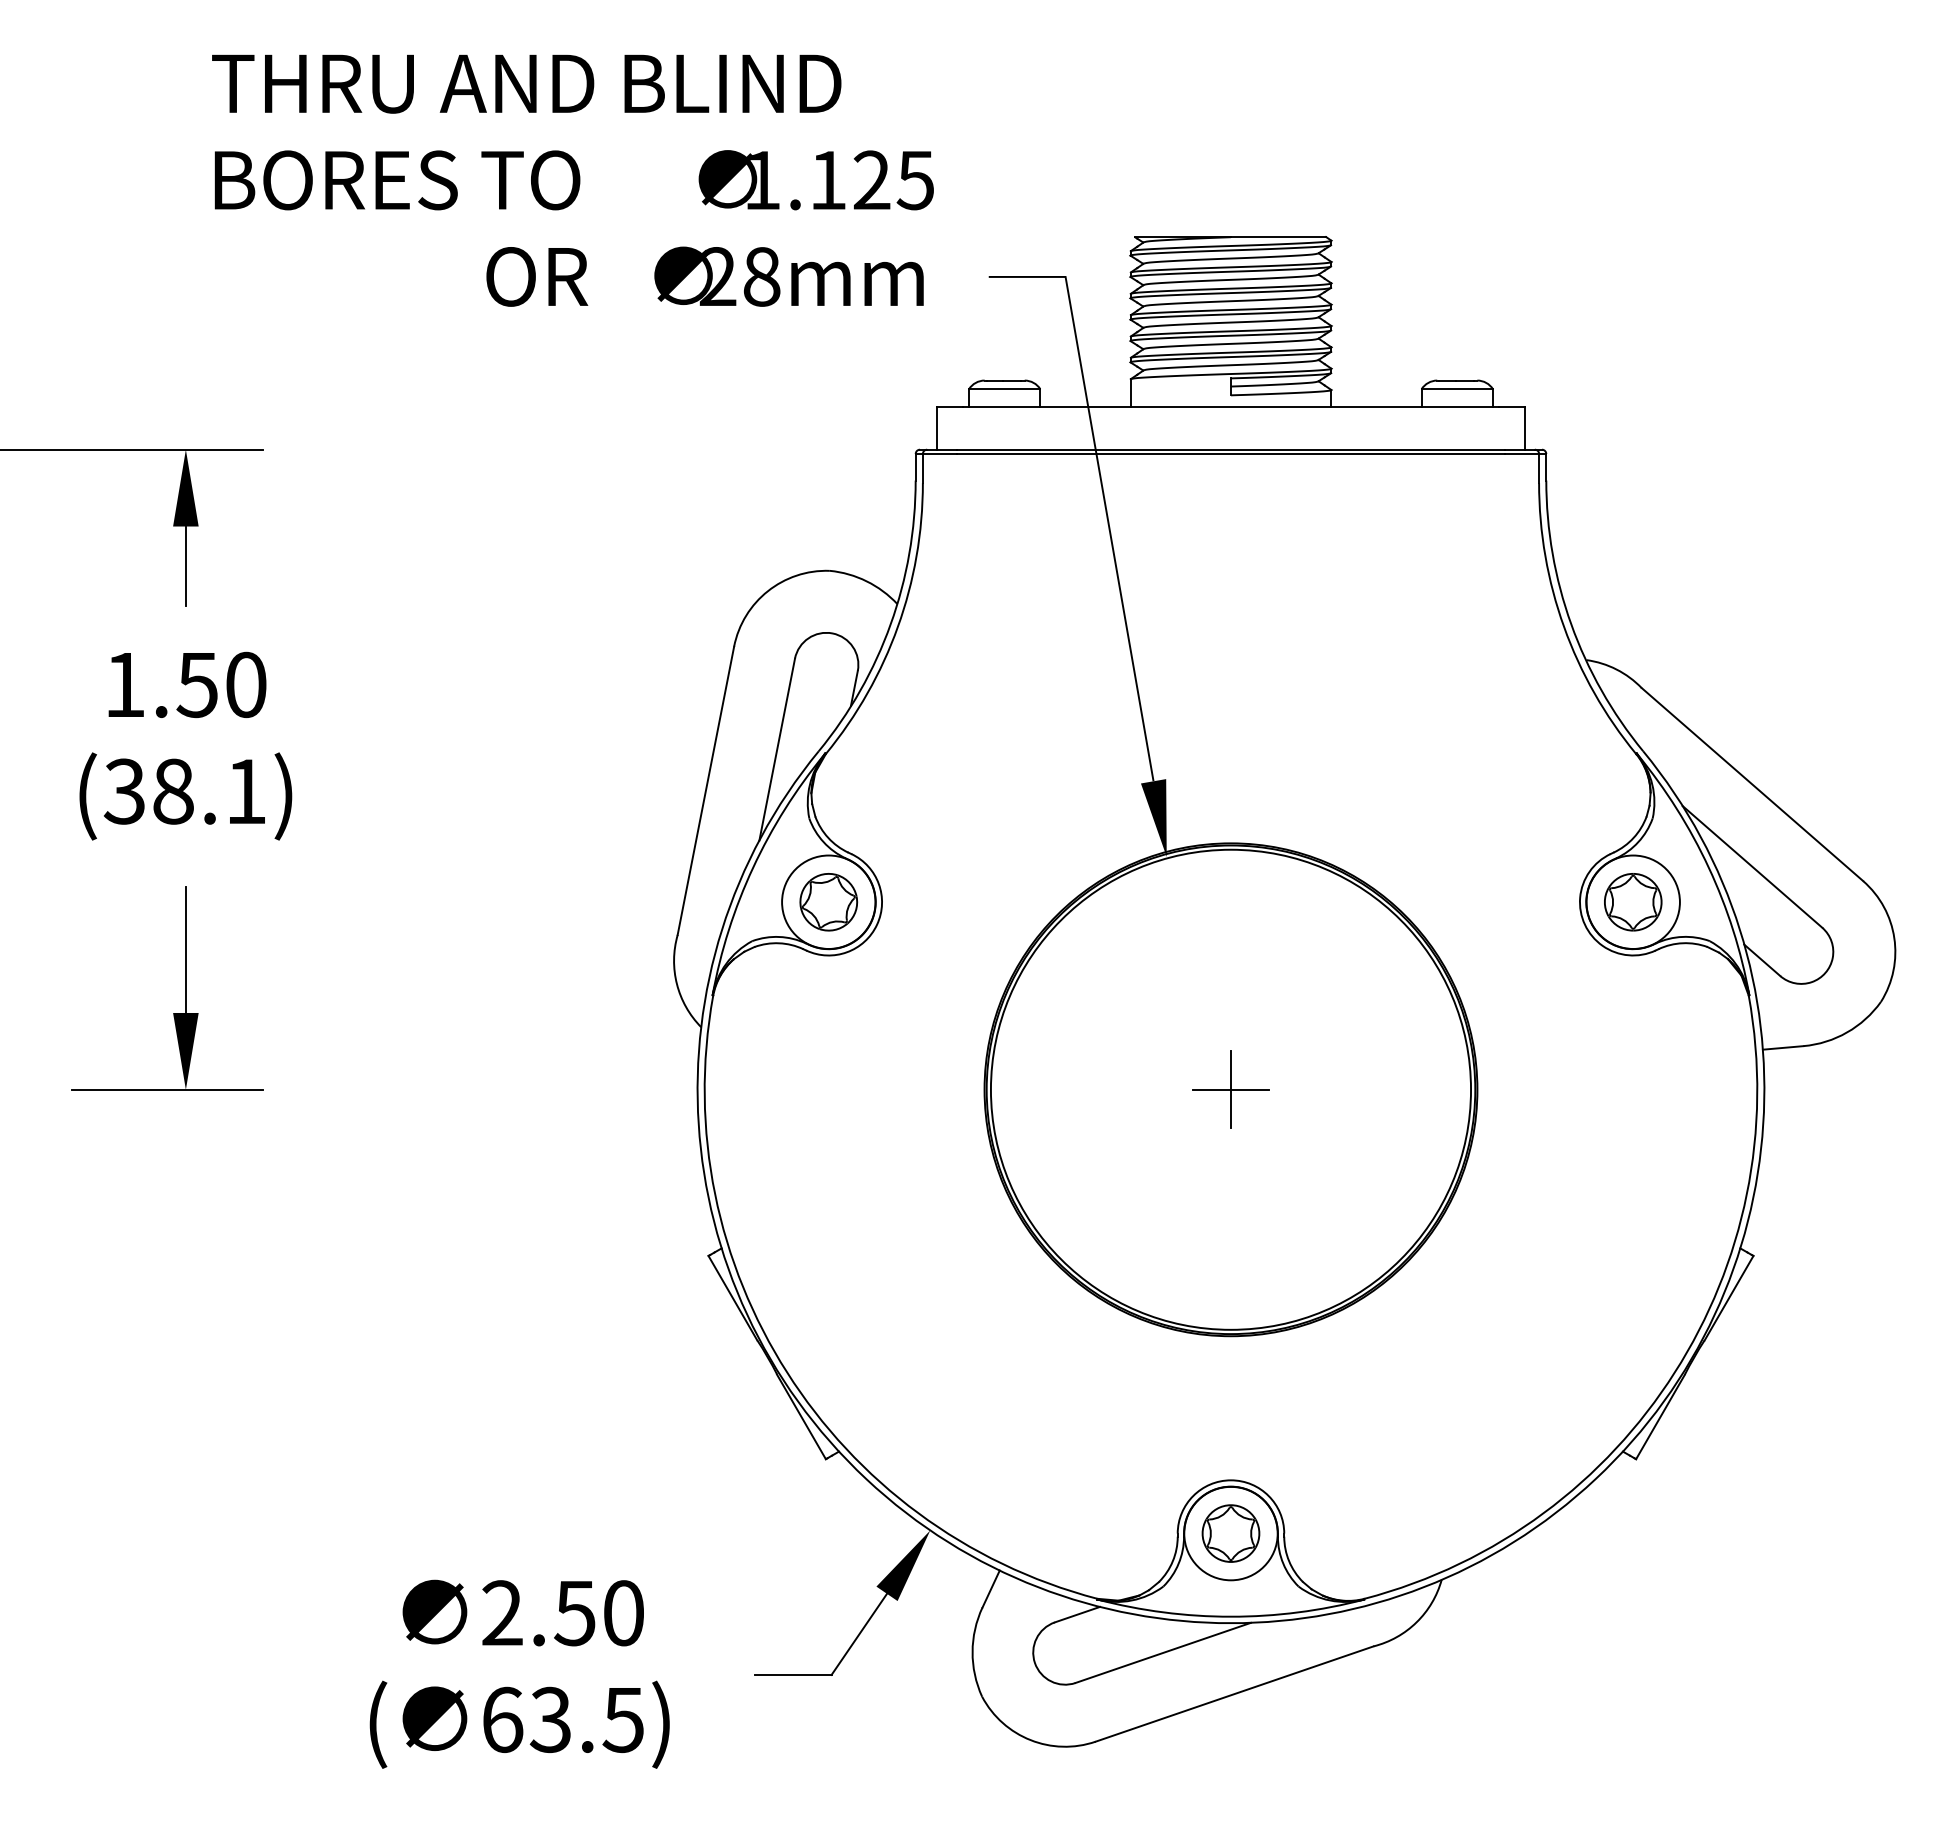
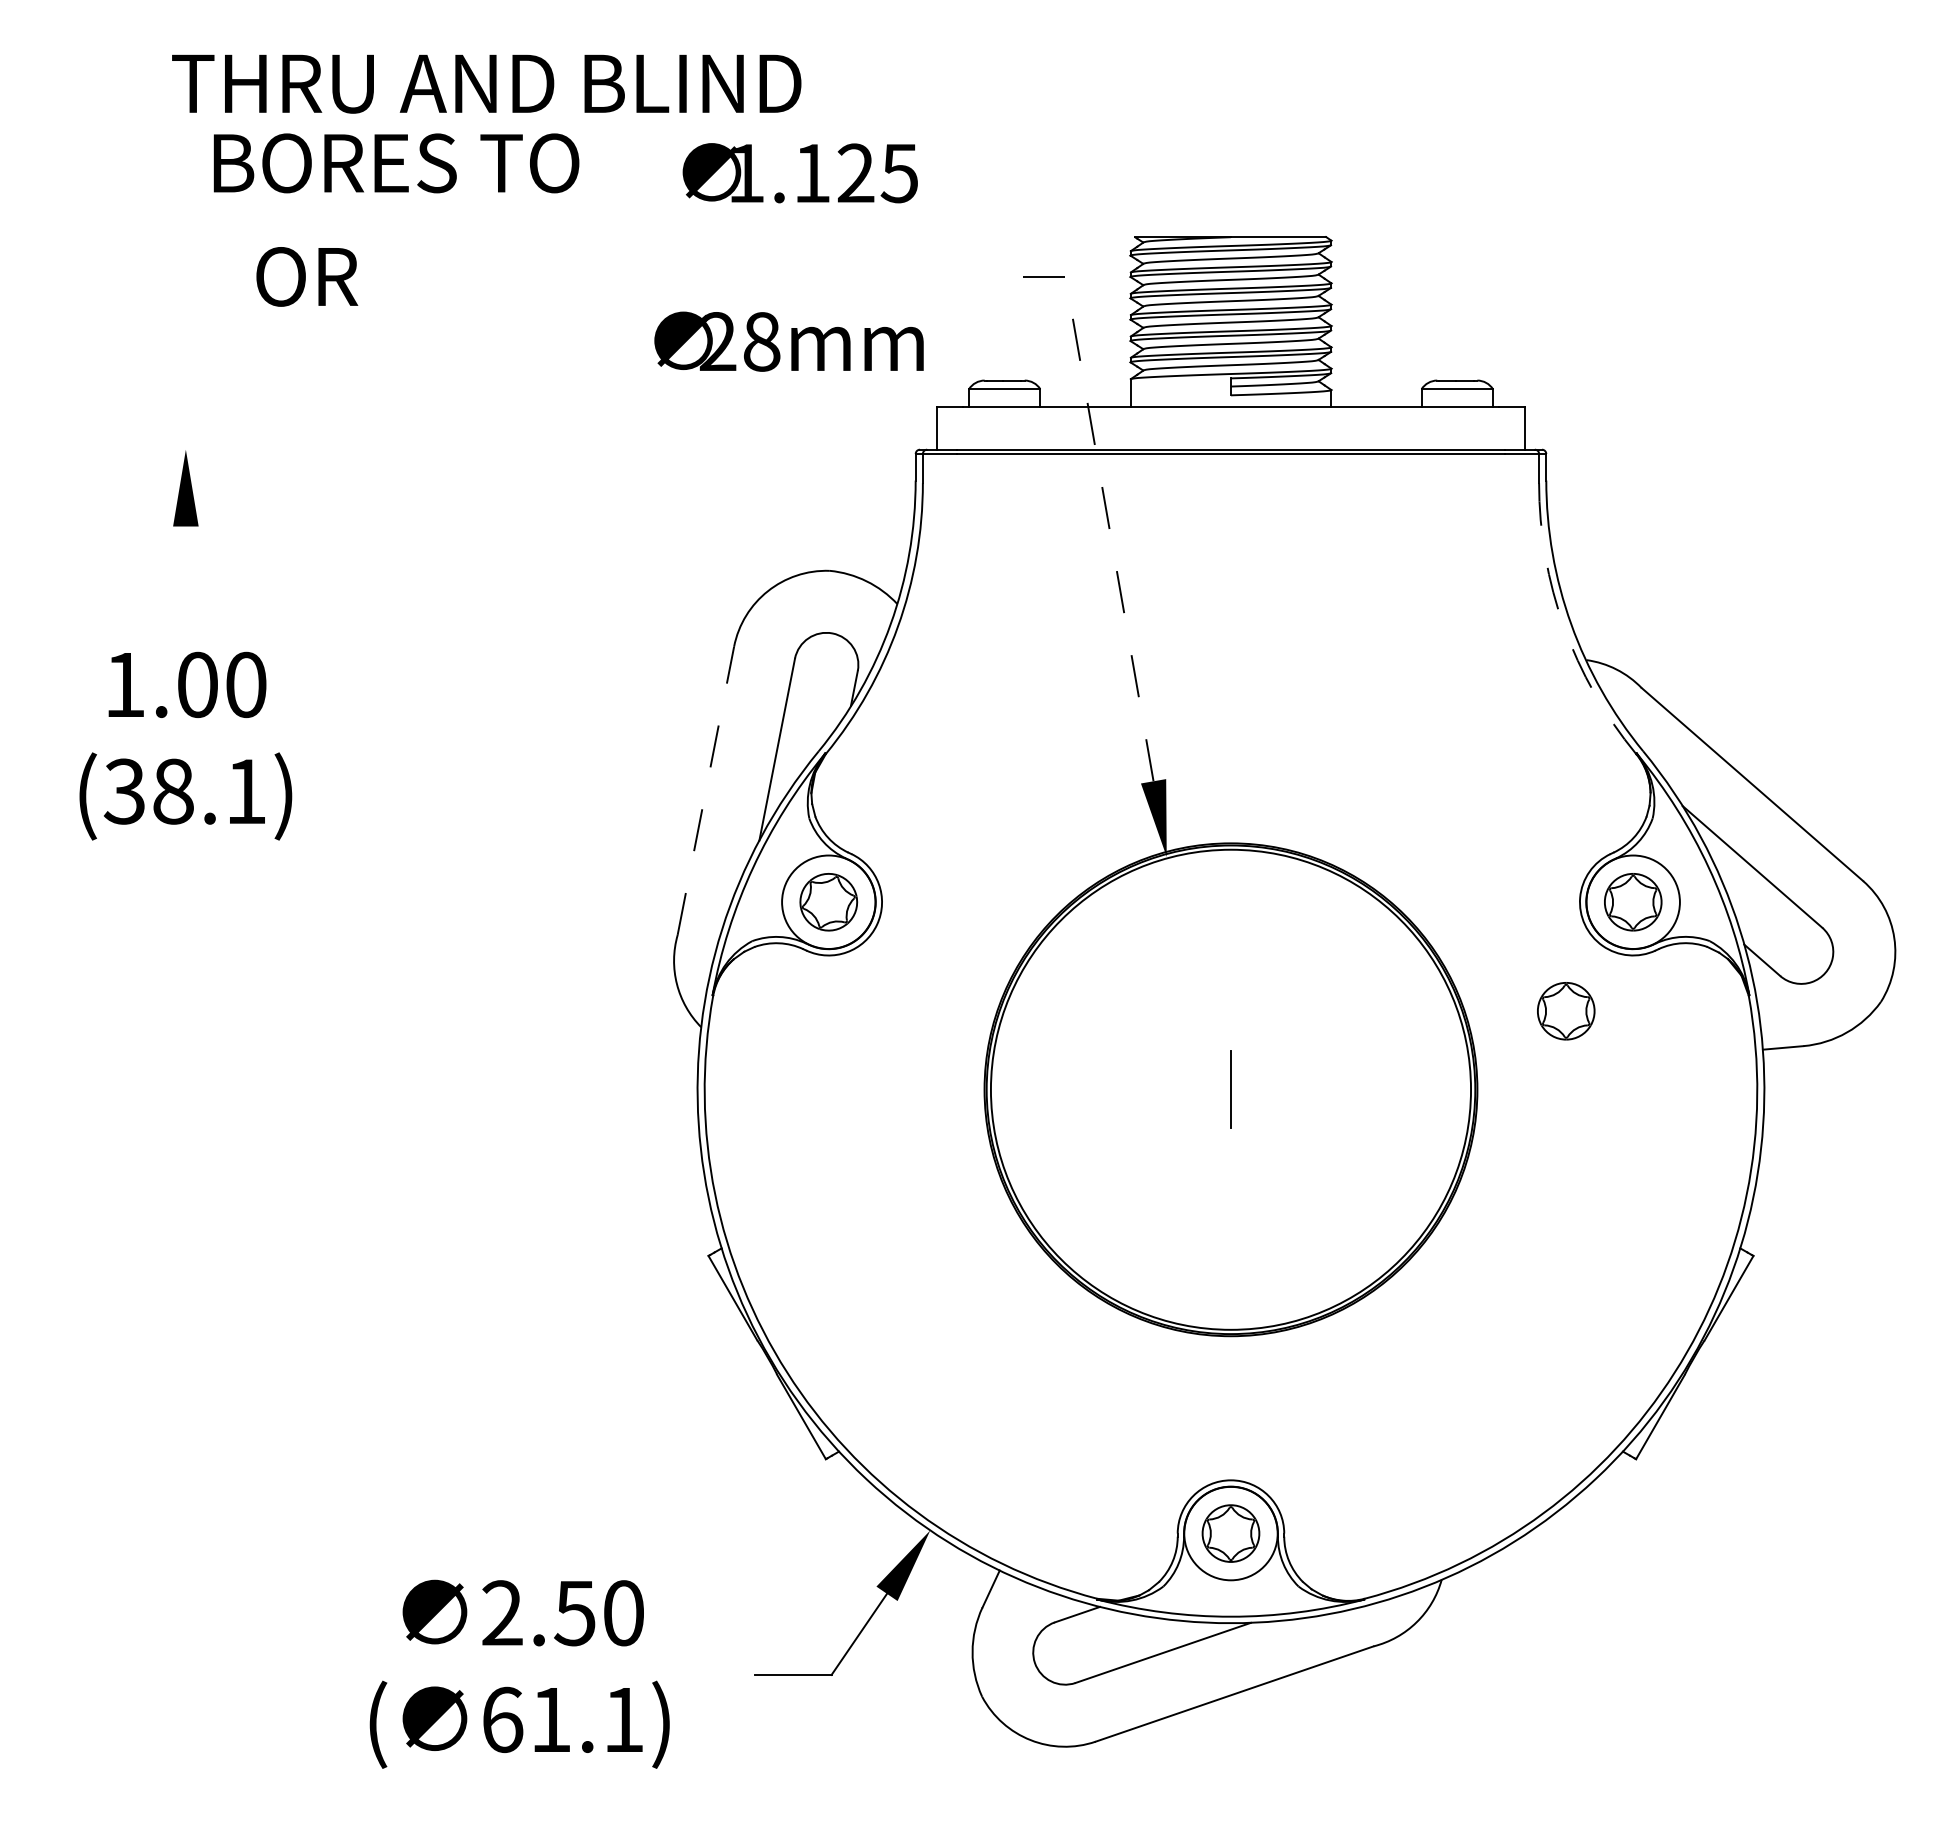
text at (526, 83) position: (526, 83) -> (486, 83)
text at (397, 180) position: (397, 180) -> (396, 163)
text at (815, 180) position: (815, 180) -> (799, 173)
text at (537, 276) position: (537, 276) -> (307, 276)
text at (788, 276) position: (788, 276) -> (788, 341)
line at (132, 449): present -> none
line at (1102, 490): solid -> dashed
line at (185, 566): present -> none
arc at (1564, 626): solid -> dashed
text at (196, 684): 1.50 -> 1.00
line at (705, 790): solid -> dashed
part at (185, 988): present -> none
part at (1566, 1011): none -> present
line at (1230, 1089): present -> none
text at (586, 1719): 63.5) -> 61.1)
